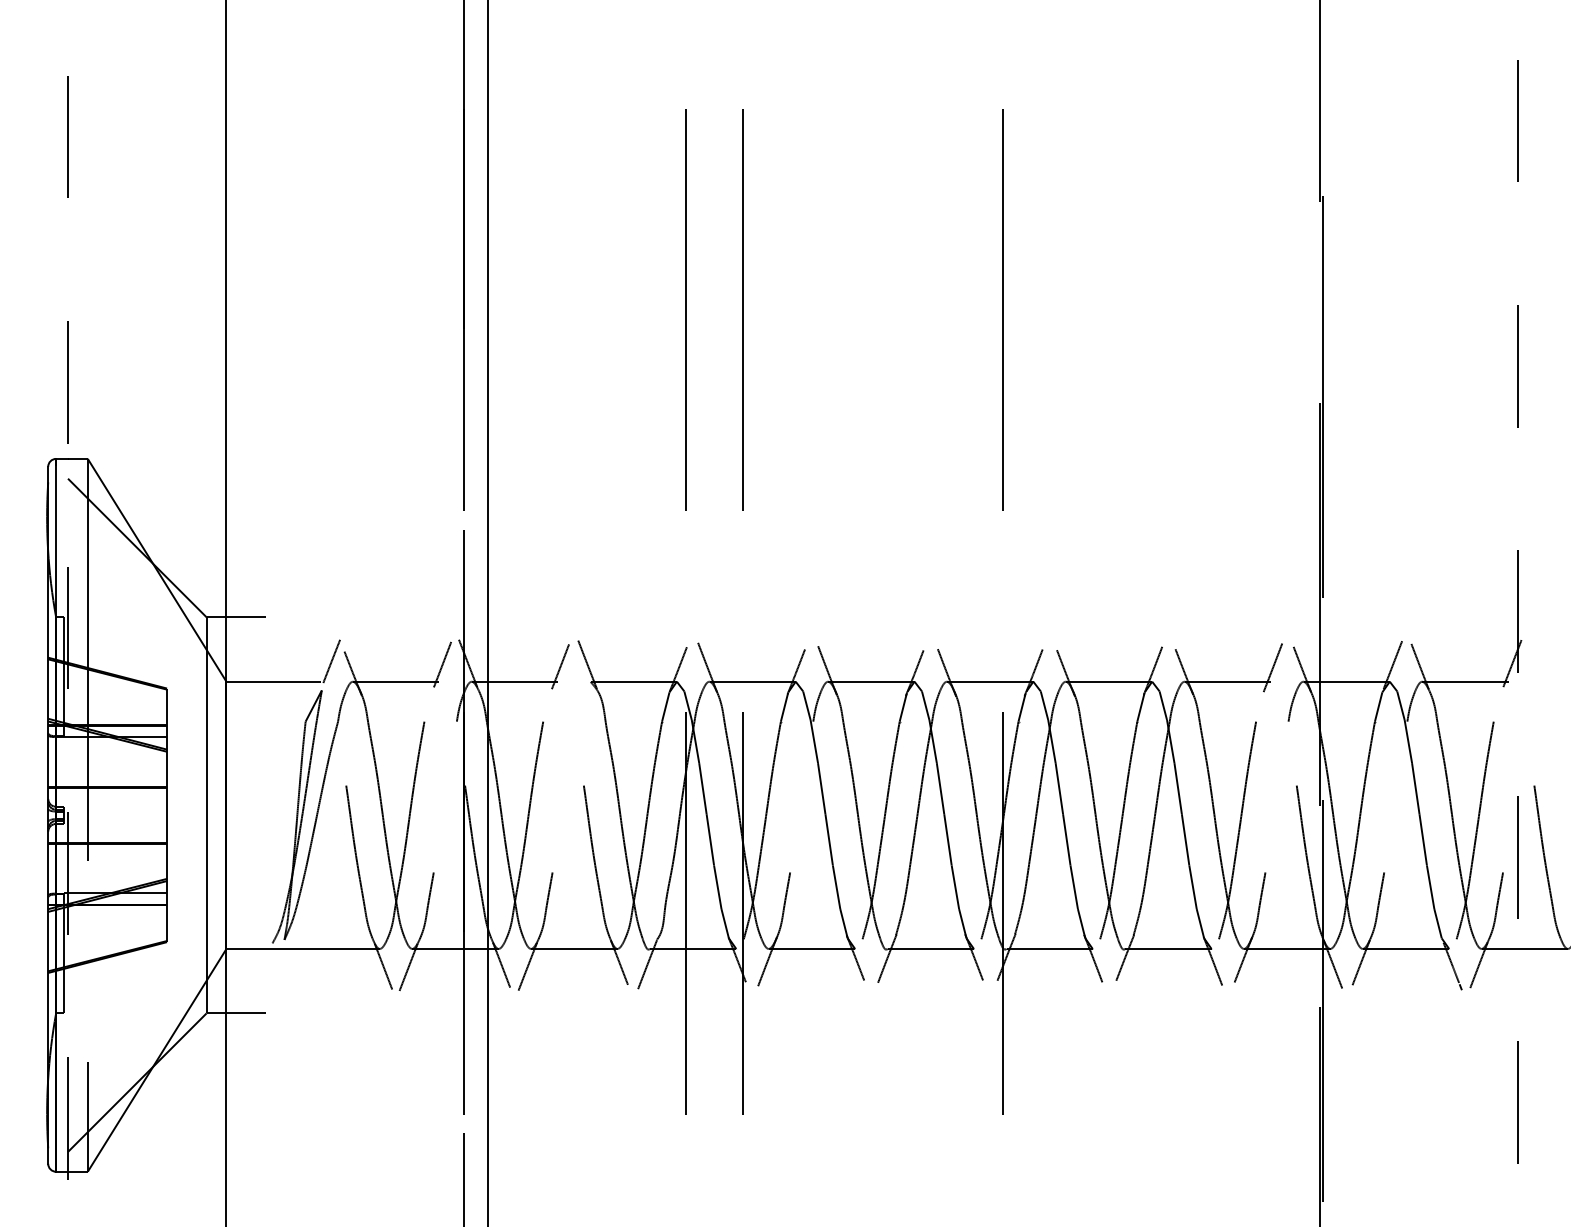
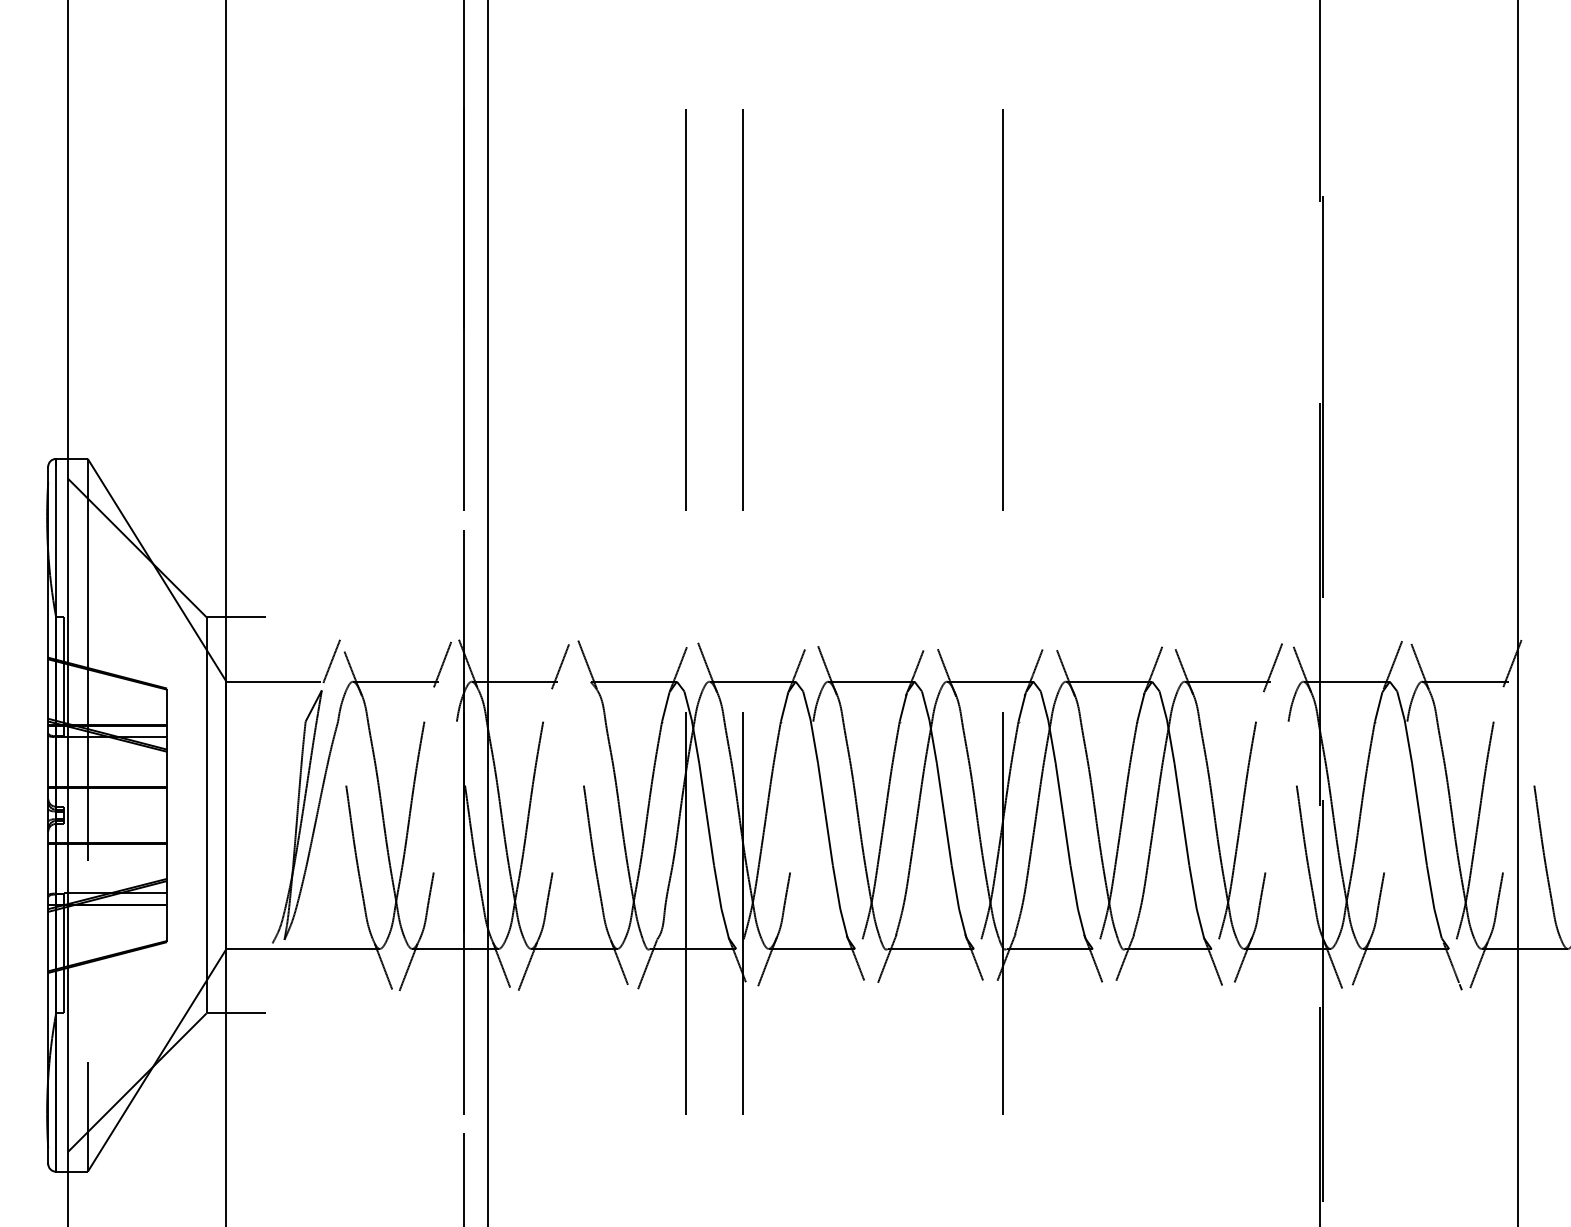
line at (68, 613): dashed -> solid
line at (1517, 613): dashed -> solid
